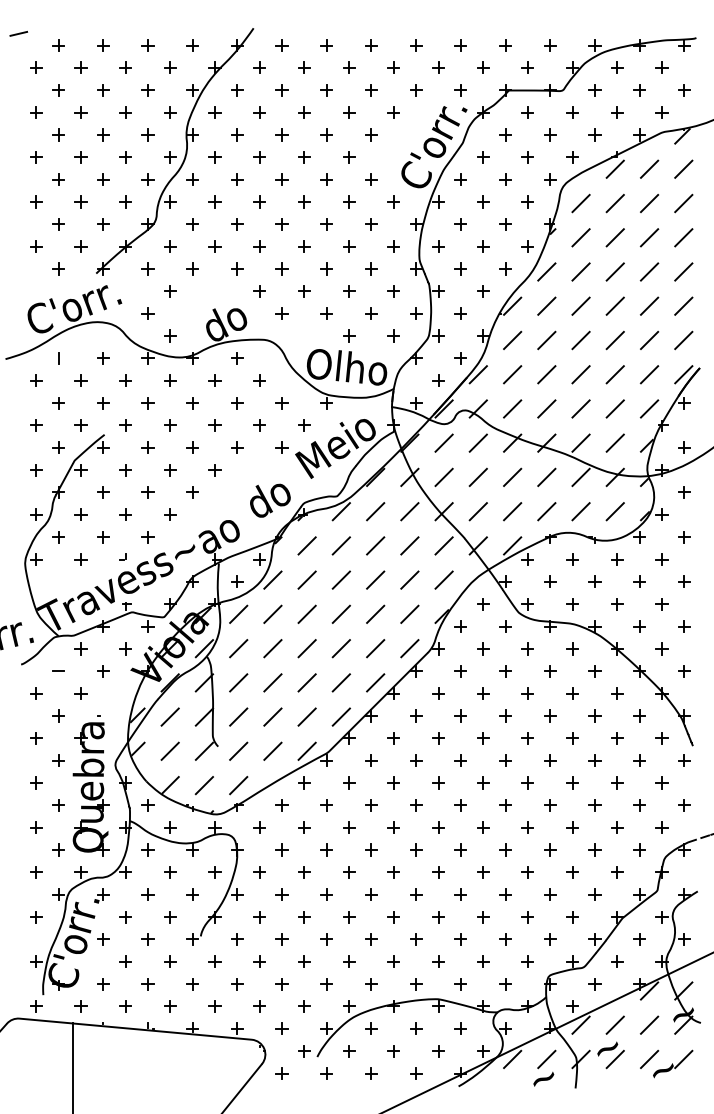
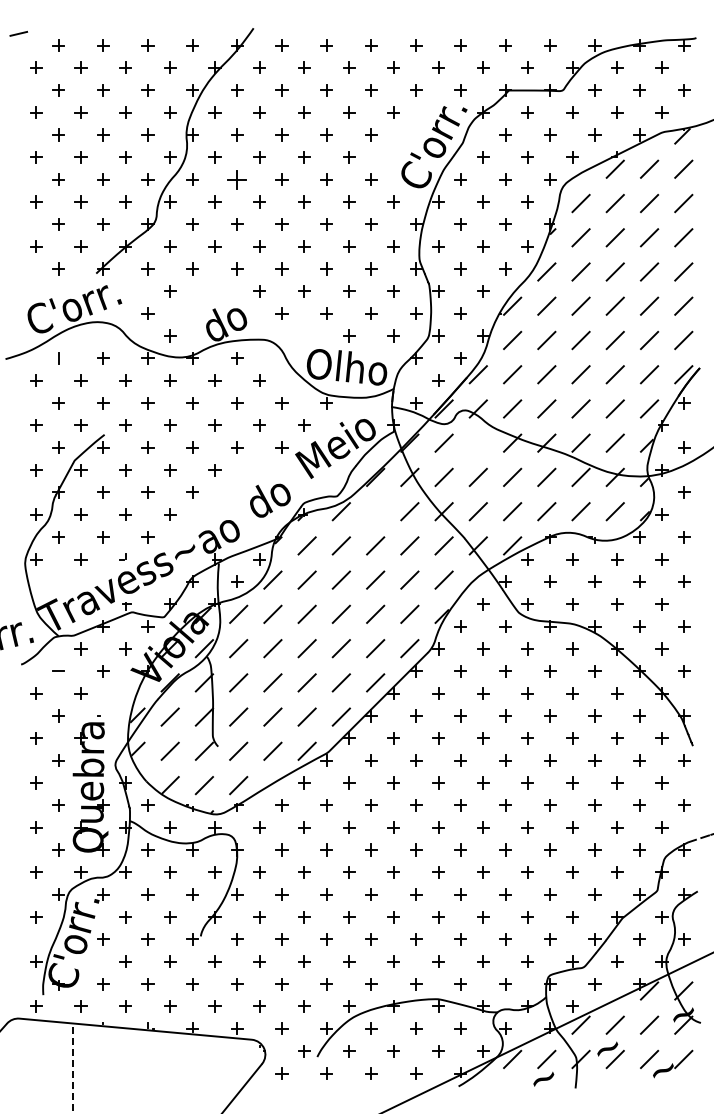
part at (237, 179) size: 13x13 px -> 20x20 px
line at (477, 442): present -> none
line at (375, 511): present -> none
line at (72, 1068): solid -> dashed
